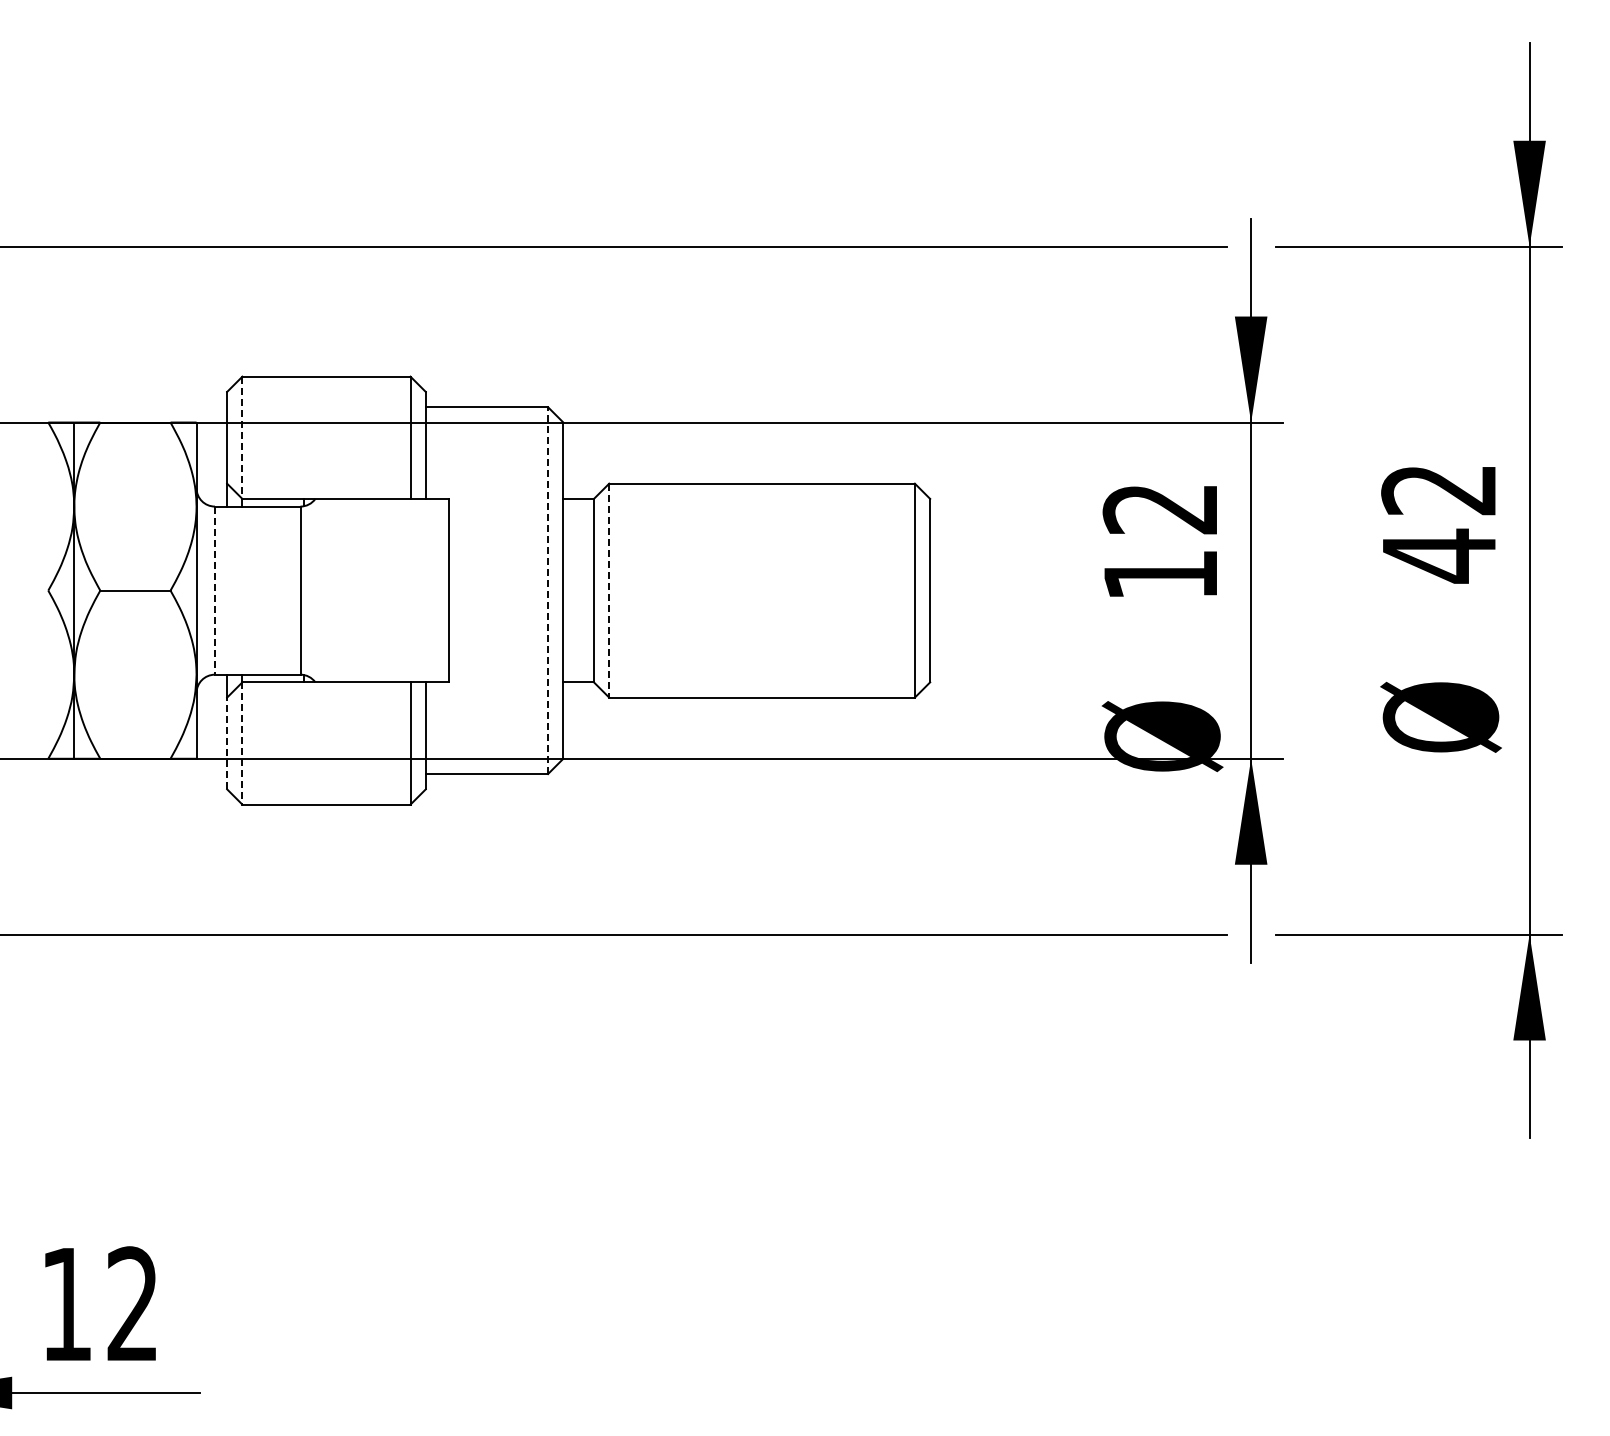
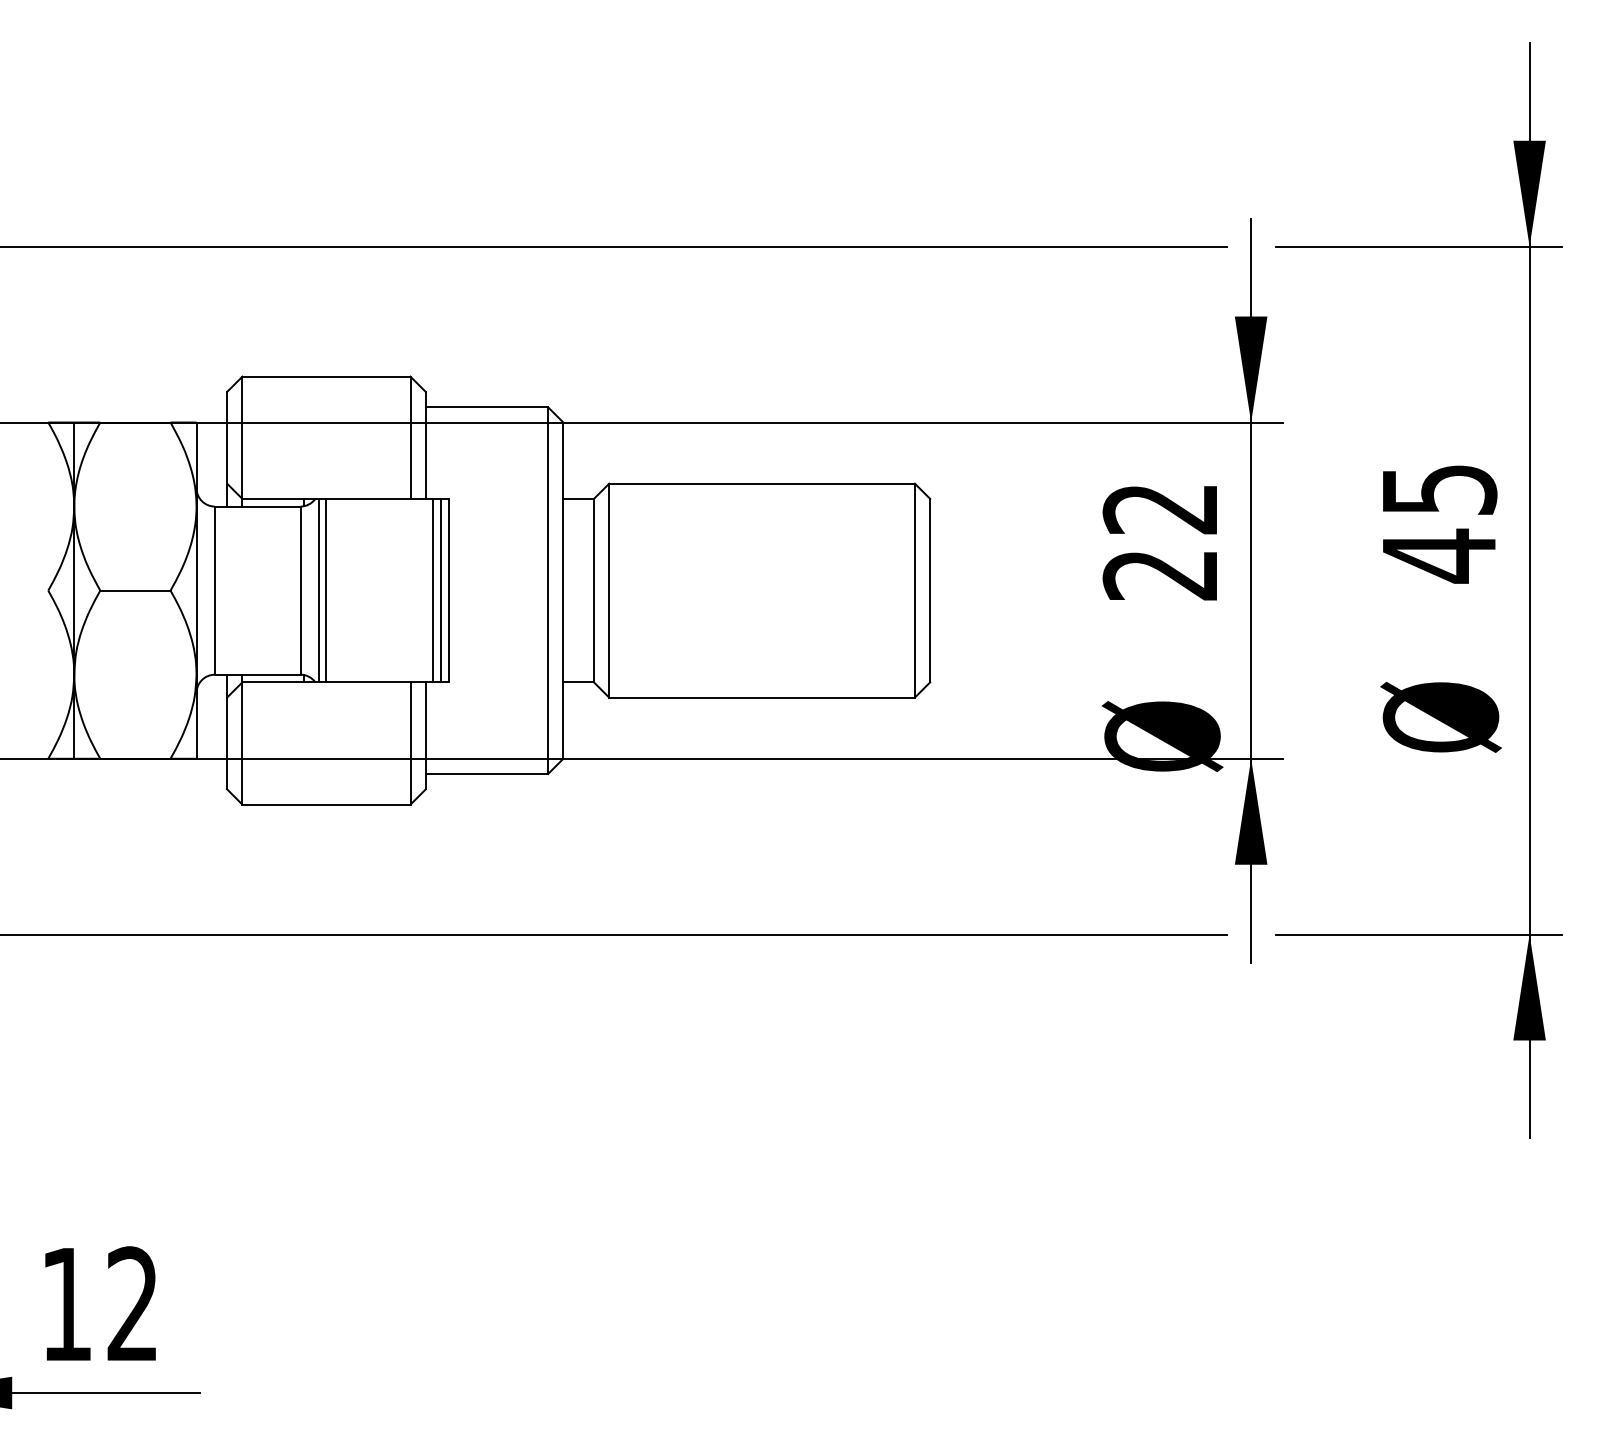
line at (242, 438): dashed -> solid
text at (1439, 490): 42 -> 45
text at (1159, 575): 12 -> 22
line at (318, 590): none -> present
line at (326, 590): none -> present
line at (433, 590): none -> present
line at (441, 590): none -> present
line at (548, 590): dashed -> solid
line at (609, 590): dashed -> solid
line at (214, 591): dashed -> solid
line at (227, 743): dashed -> solid
line at (242, 743): dashed -> solid
